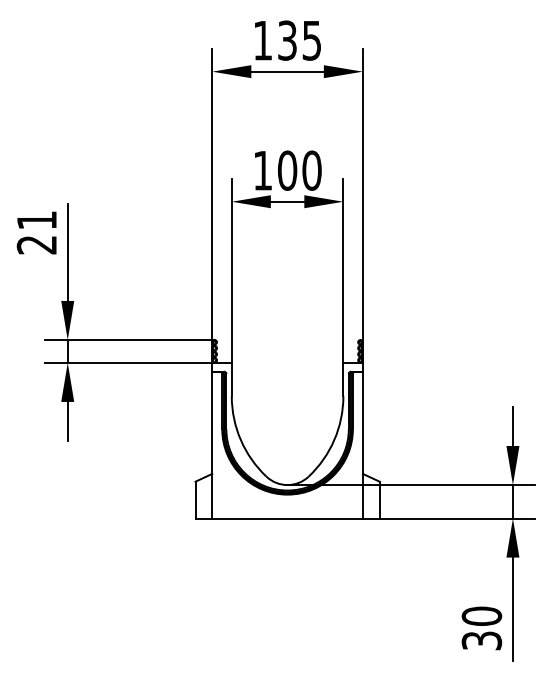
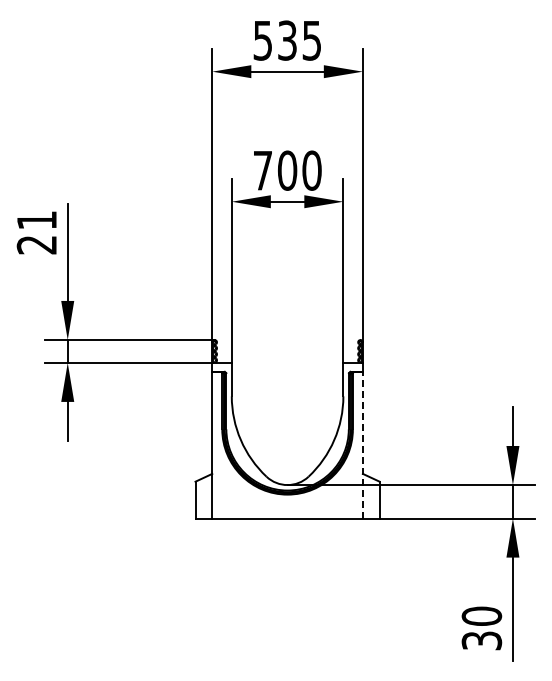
text at (262, 40): 135 -> 535
text at (262, 170): 100 -> 700
line at (362, 444): solid -> dashed
